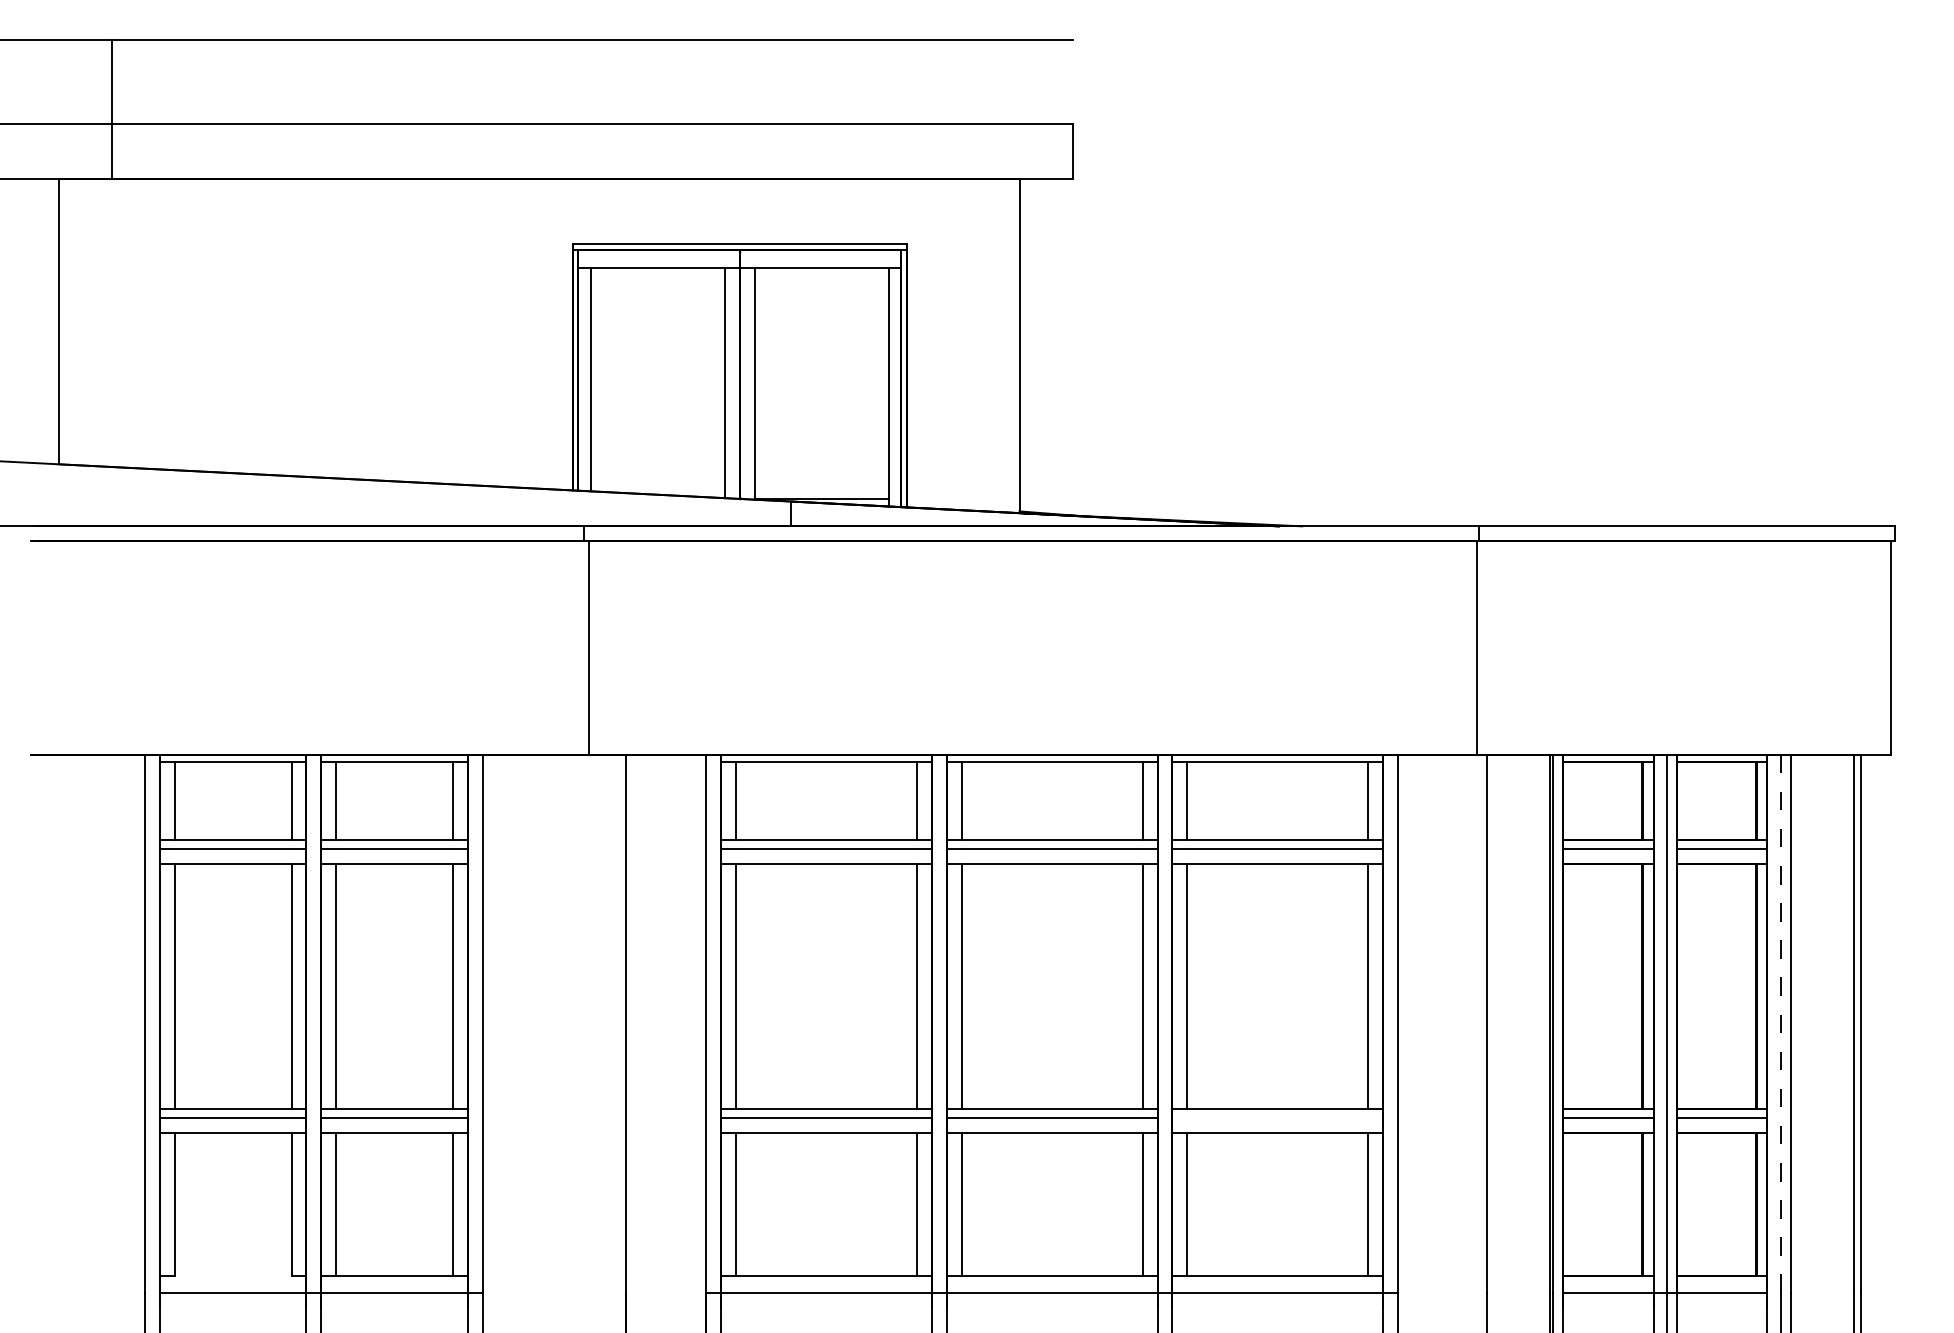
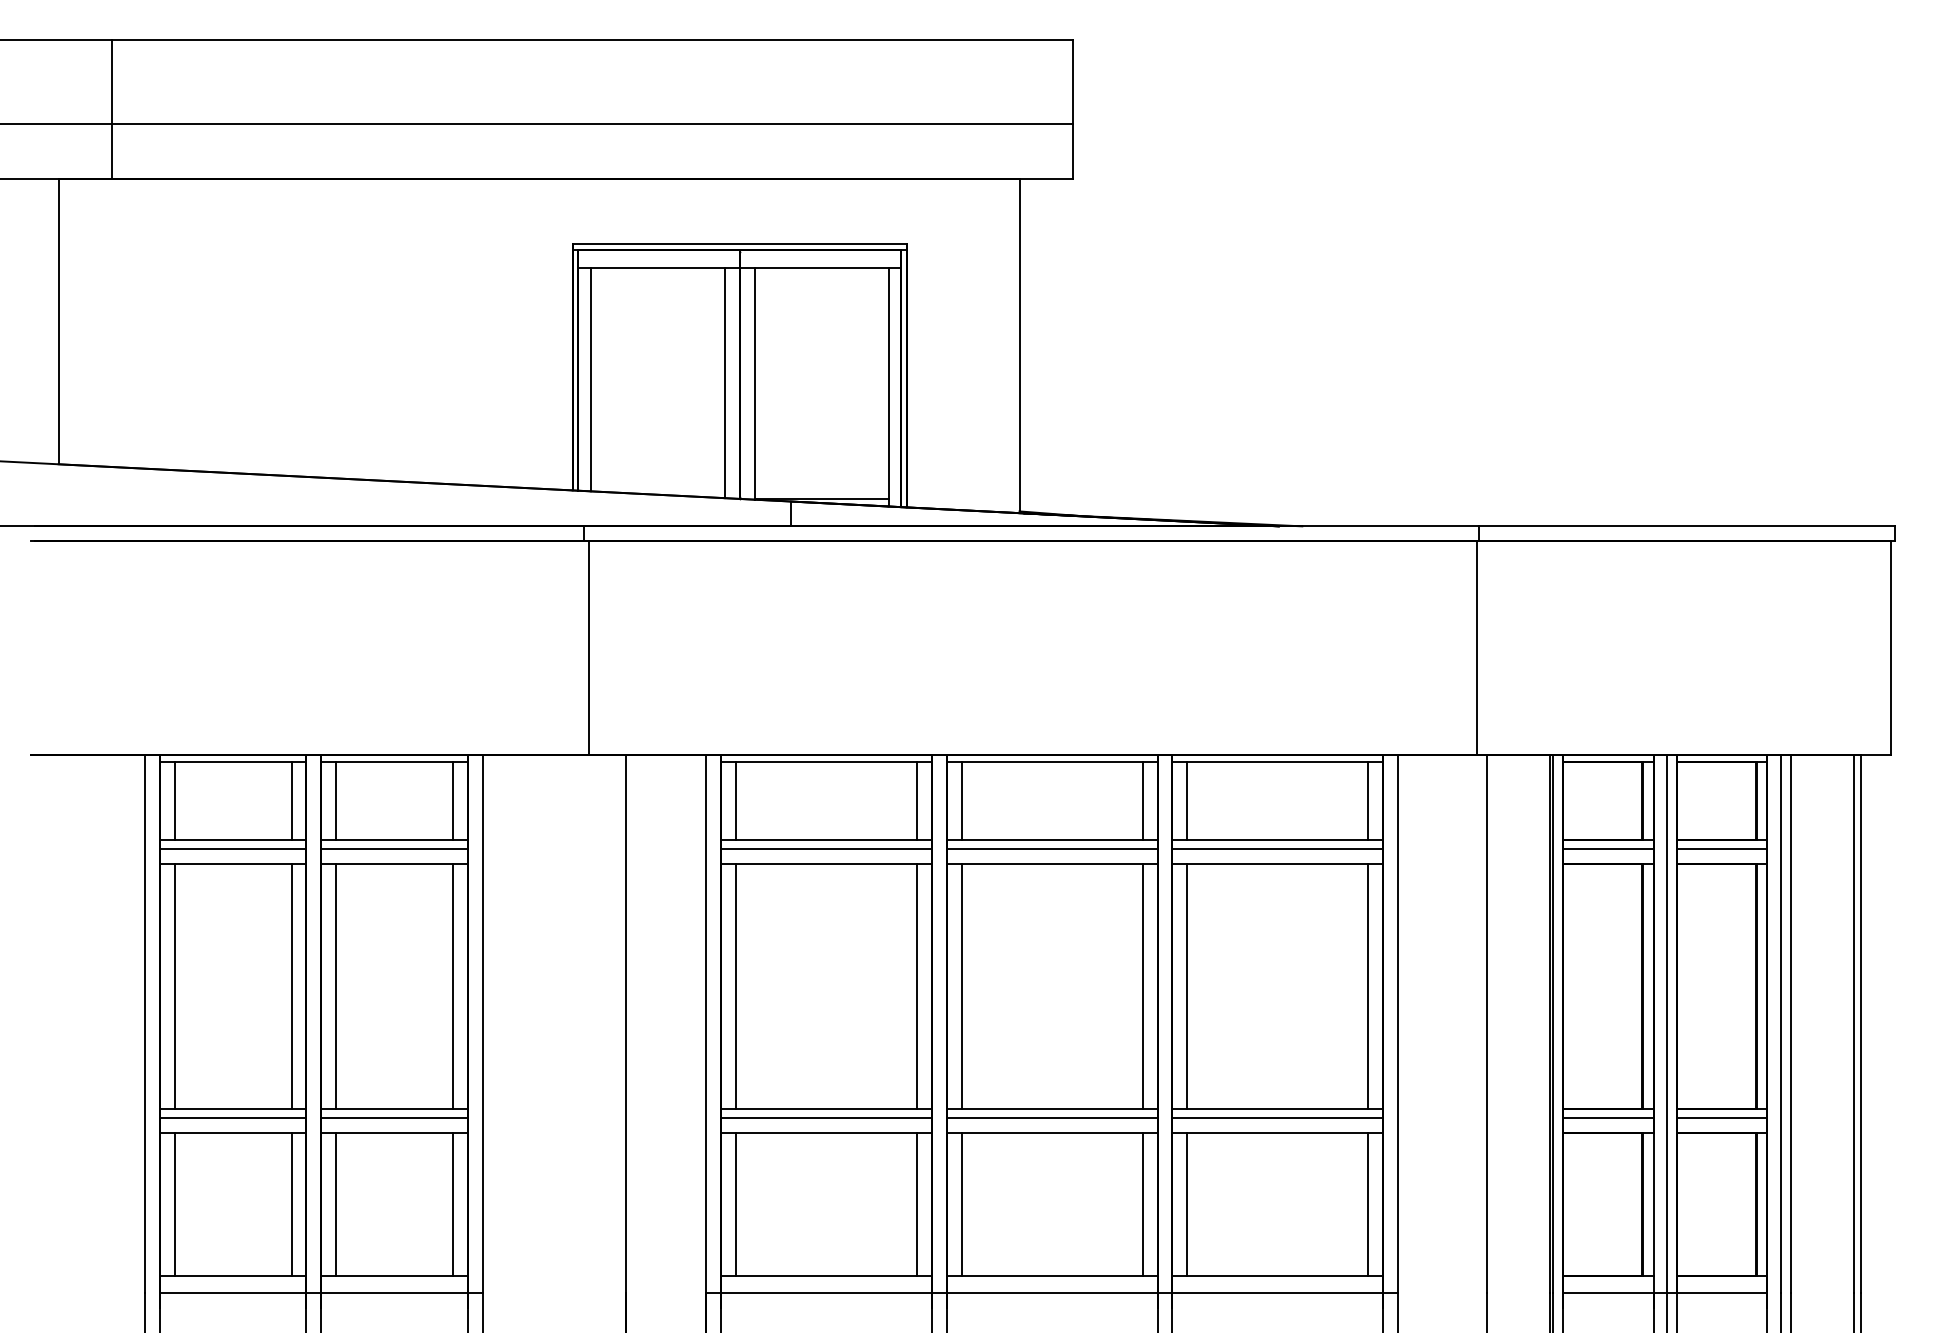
line at (1073, 81): none -> present
line at (1780, 1024): dashed -> solid
line at (1277, 1118): none -> present
line at (232, 1276): none -> present
